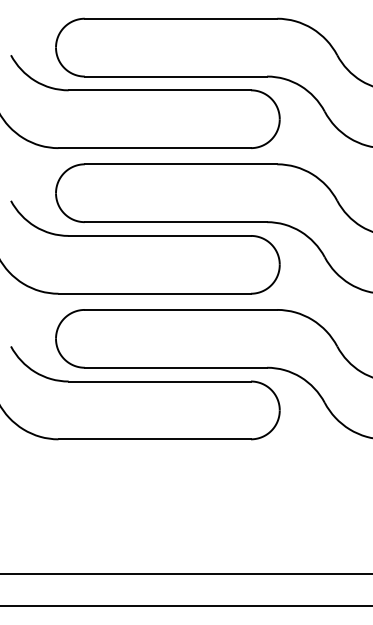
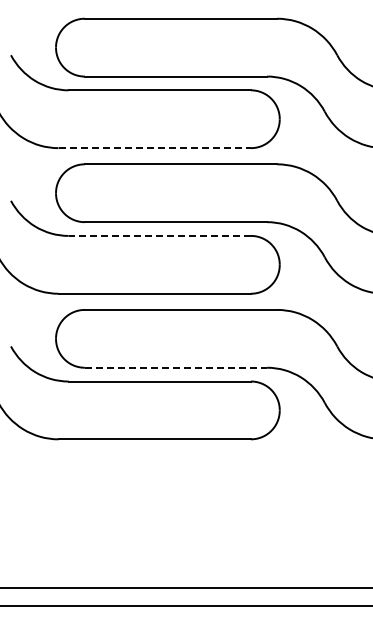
line at (155, 148): solid -> dashed
line at (159, 235): solid -> dashed
line at (176, 367): solid -> dashed
line at (185, 573) position: (185, 573) -> (185, 587)
